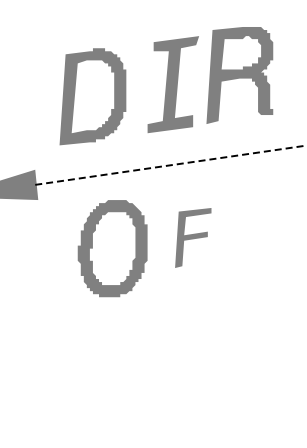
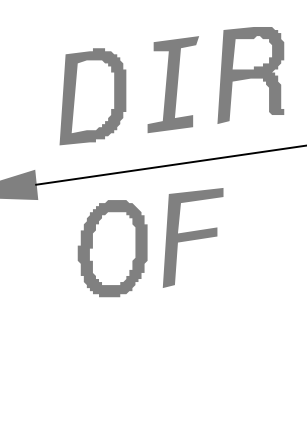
part at (239, 75) position: (239, 75) -> (250, 75)
line at (170, 165): dashed -> solid
part at (193, 237) size: 37x60 px -> 61x100 px
